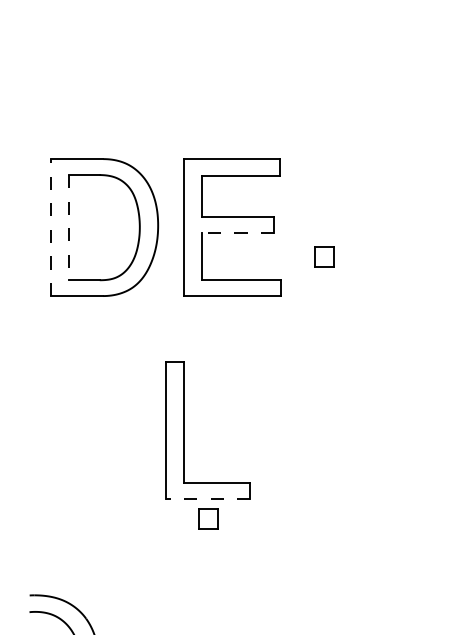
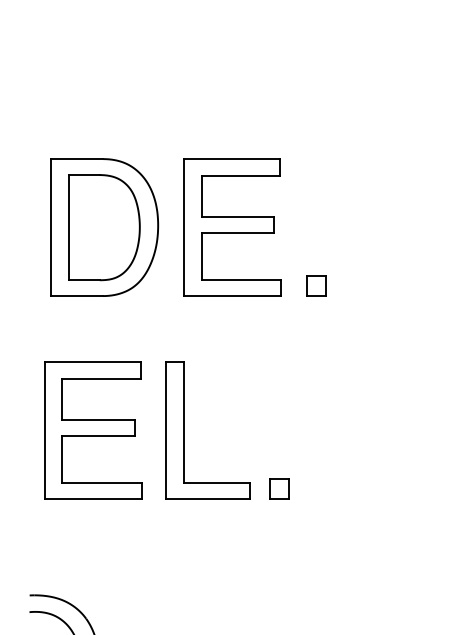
line at (50, 227): dashed -> solid
line at (68, 227): dashed -> solid
line at (237, 233): dashed -> solid
part at (324, 256) position: (324, 256) -> (316, 285)
part at (93, 430): none -> present
line at (207, 499): dashed -> solid
part at (208, 518) position: (208, 518) -> (279, 488)
